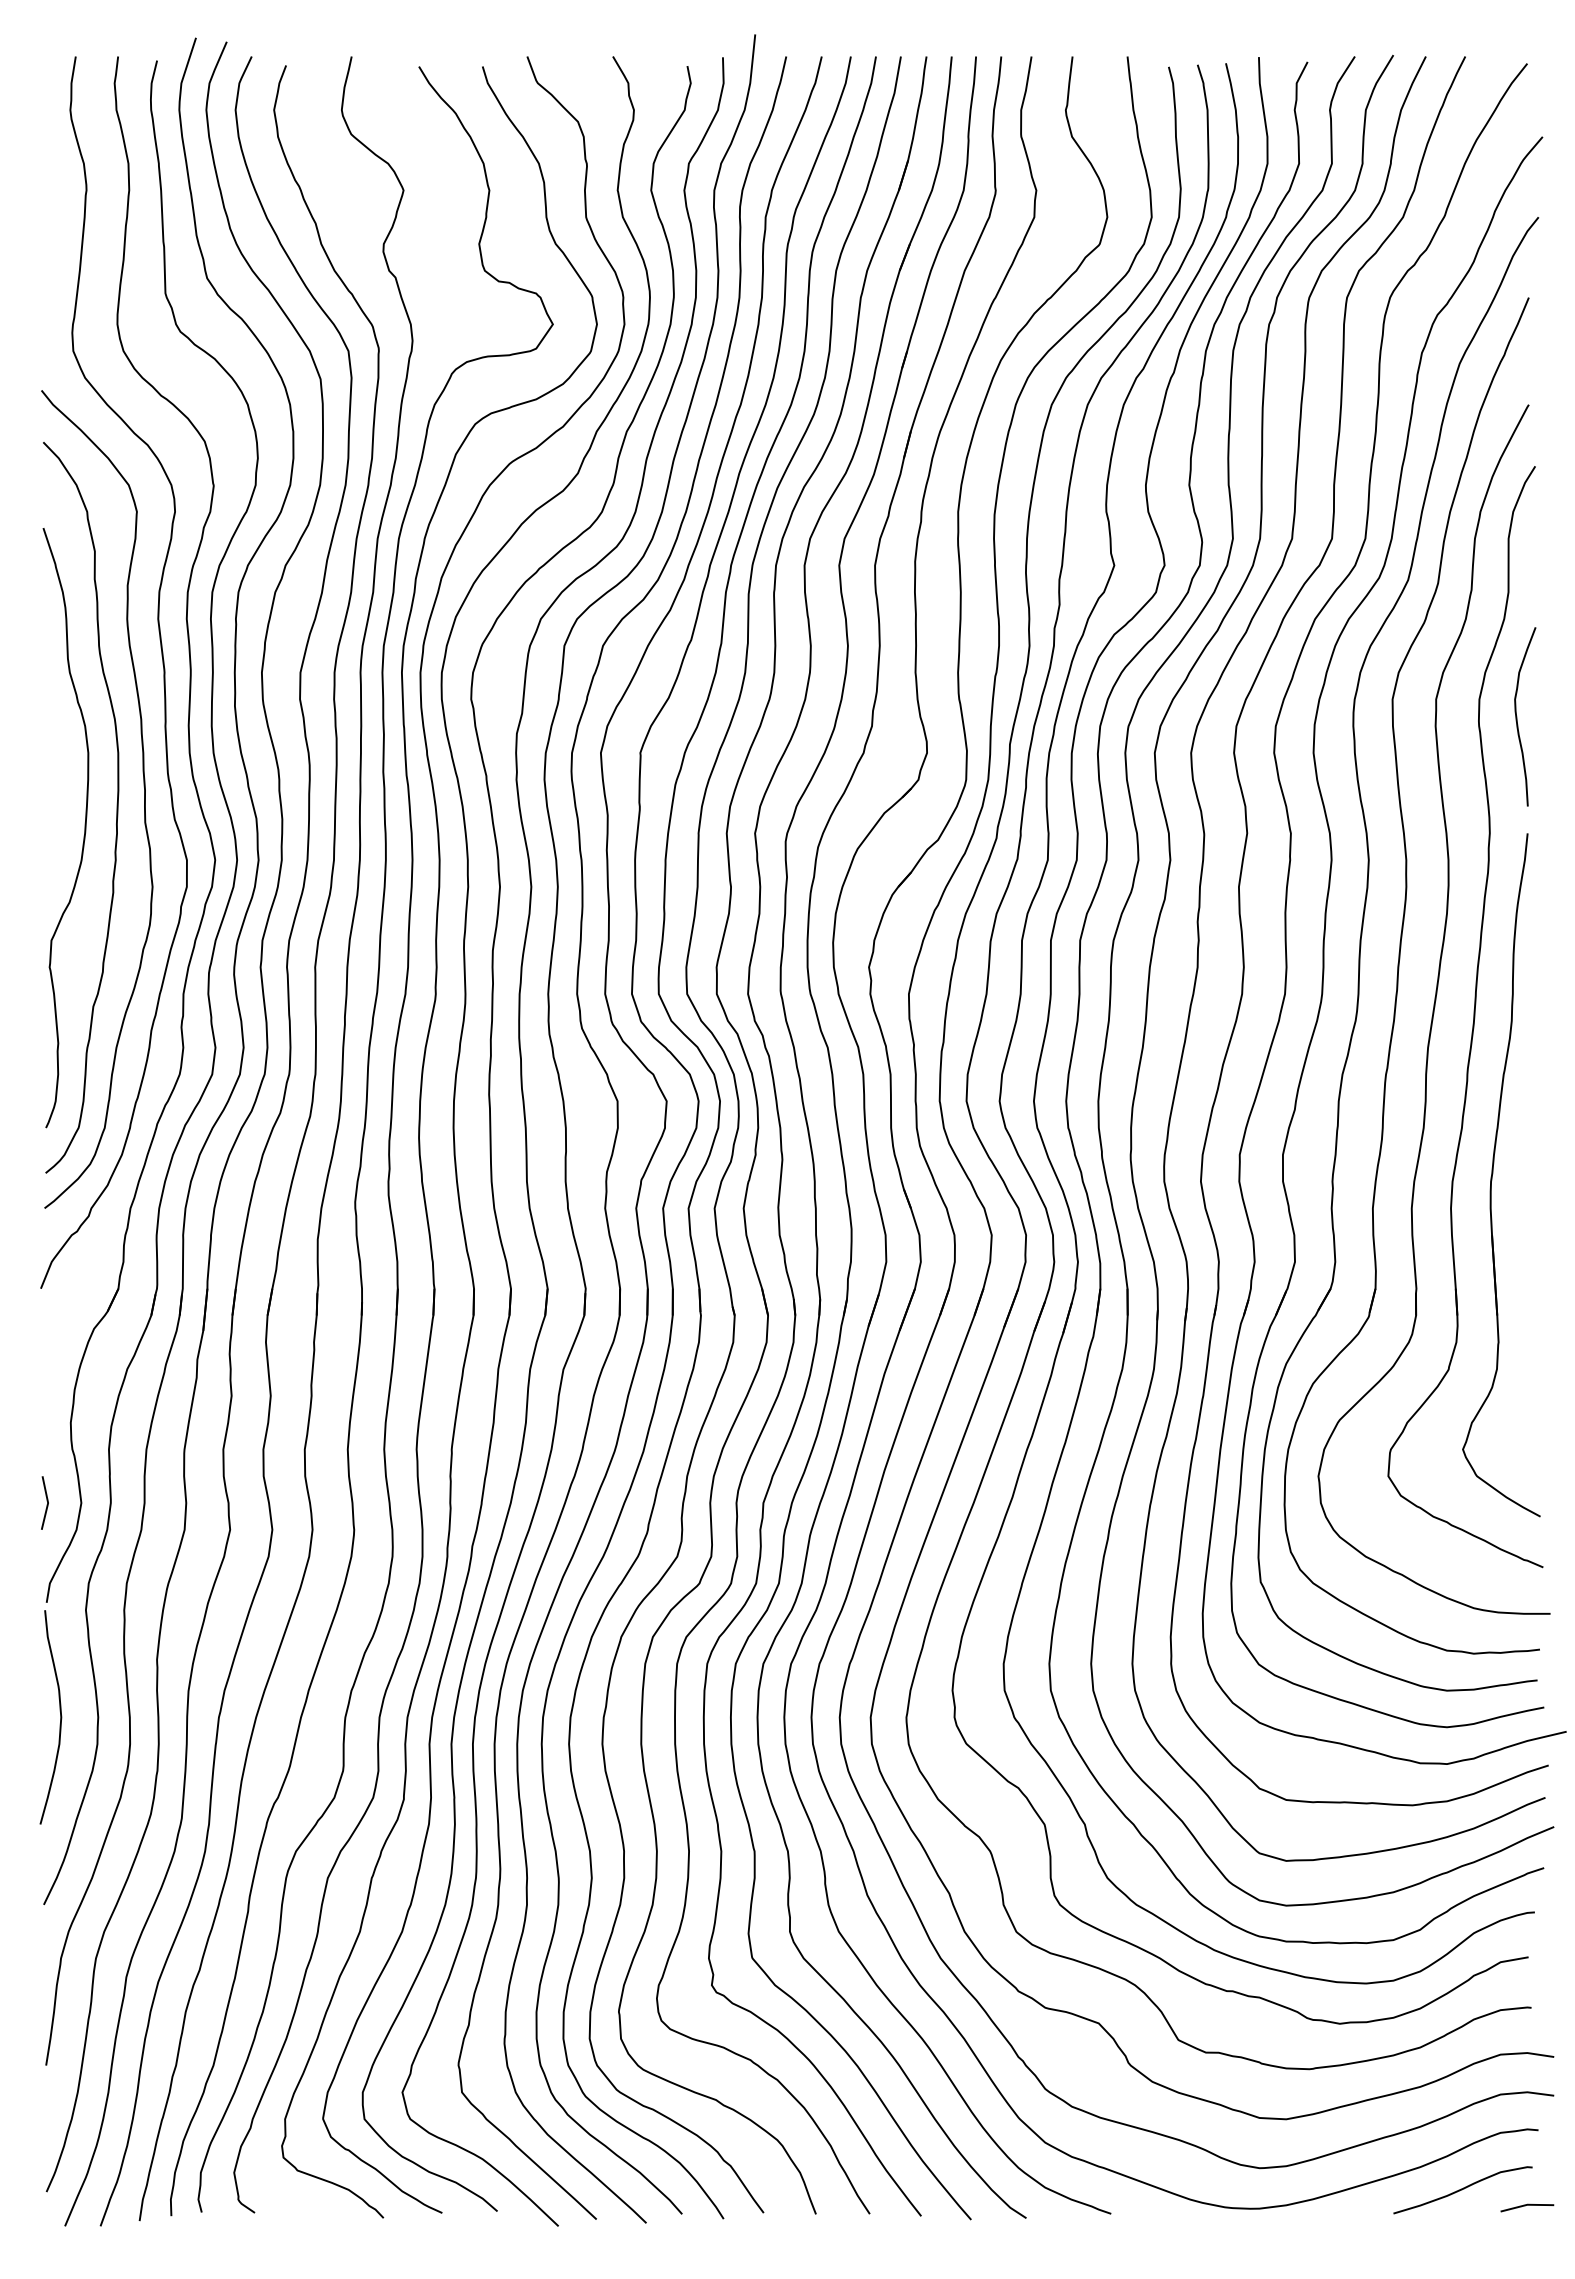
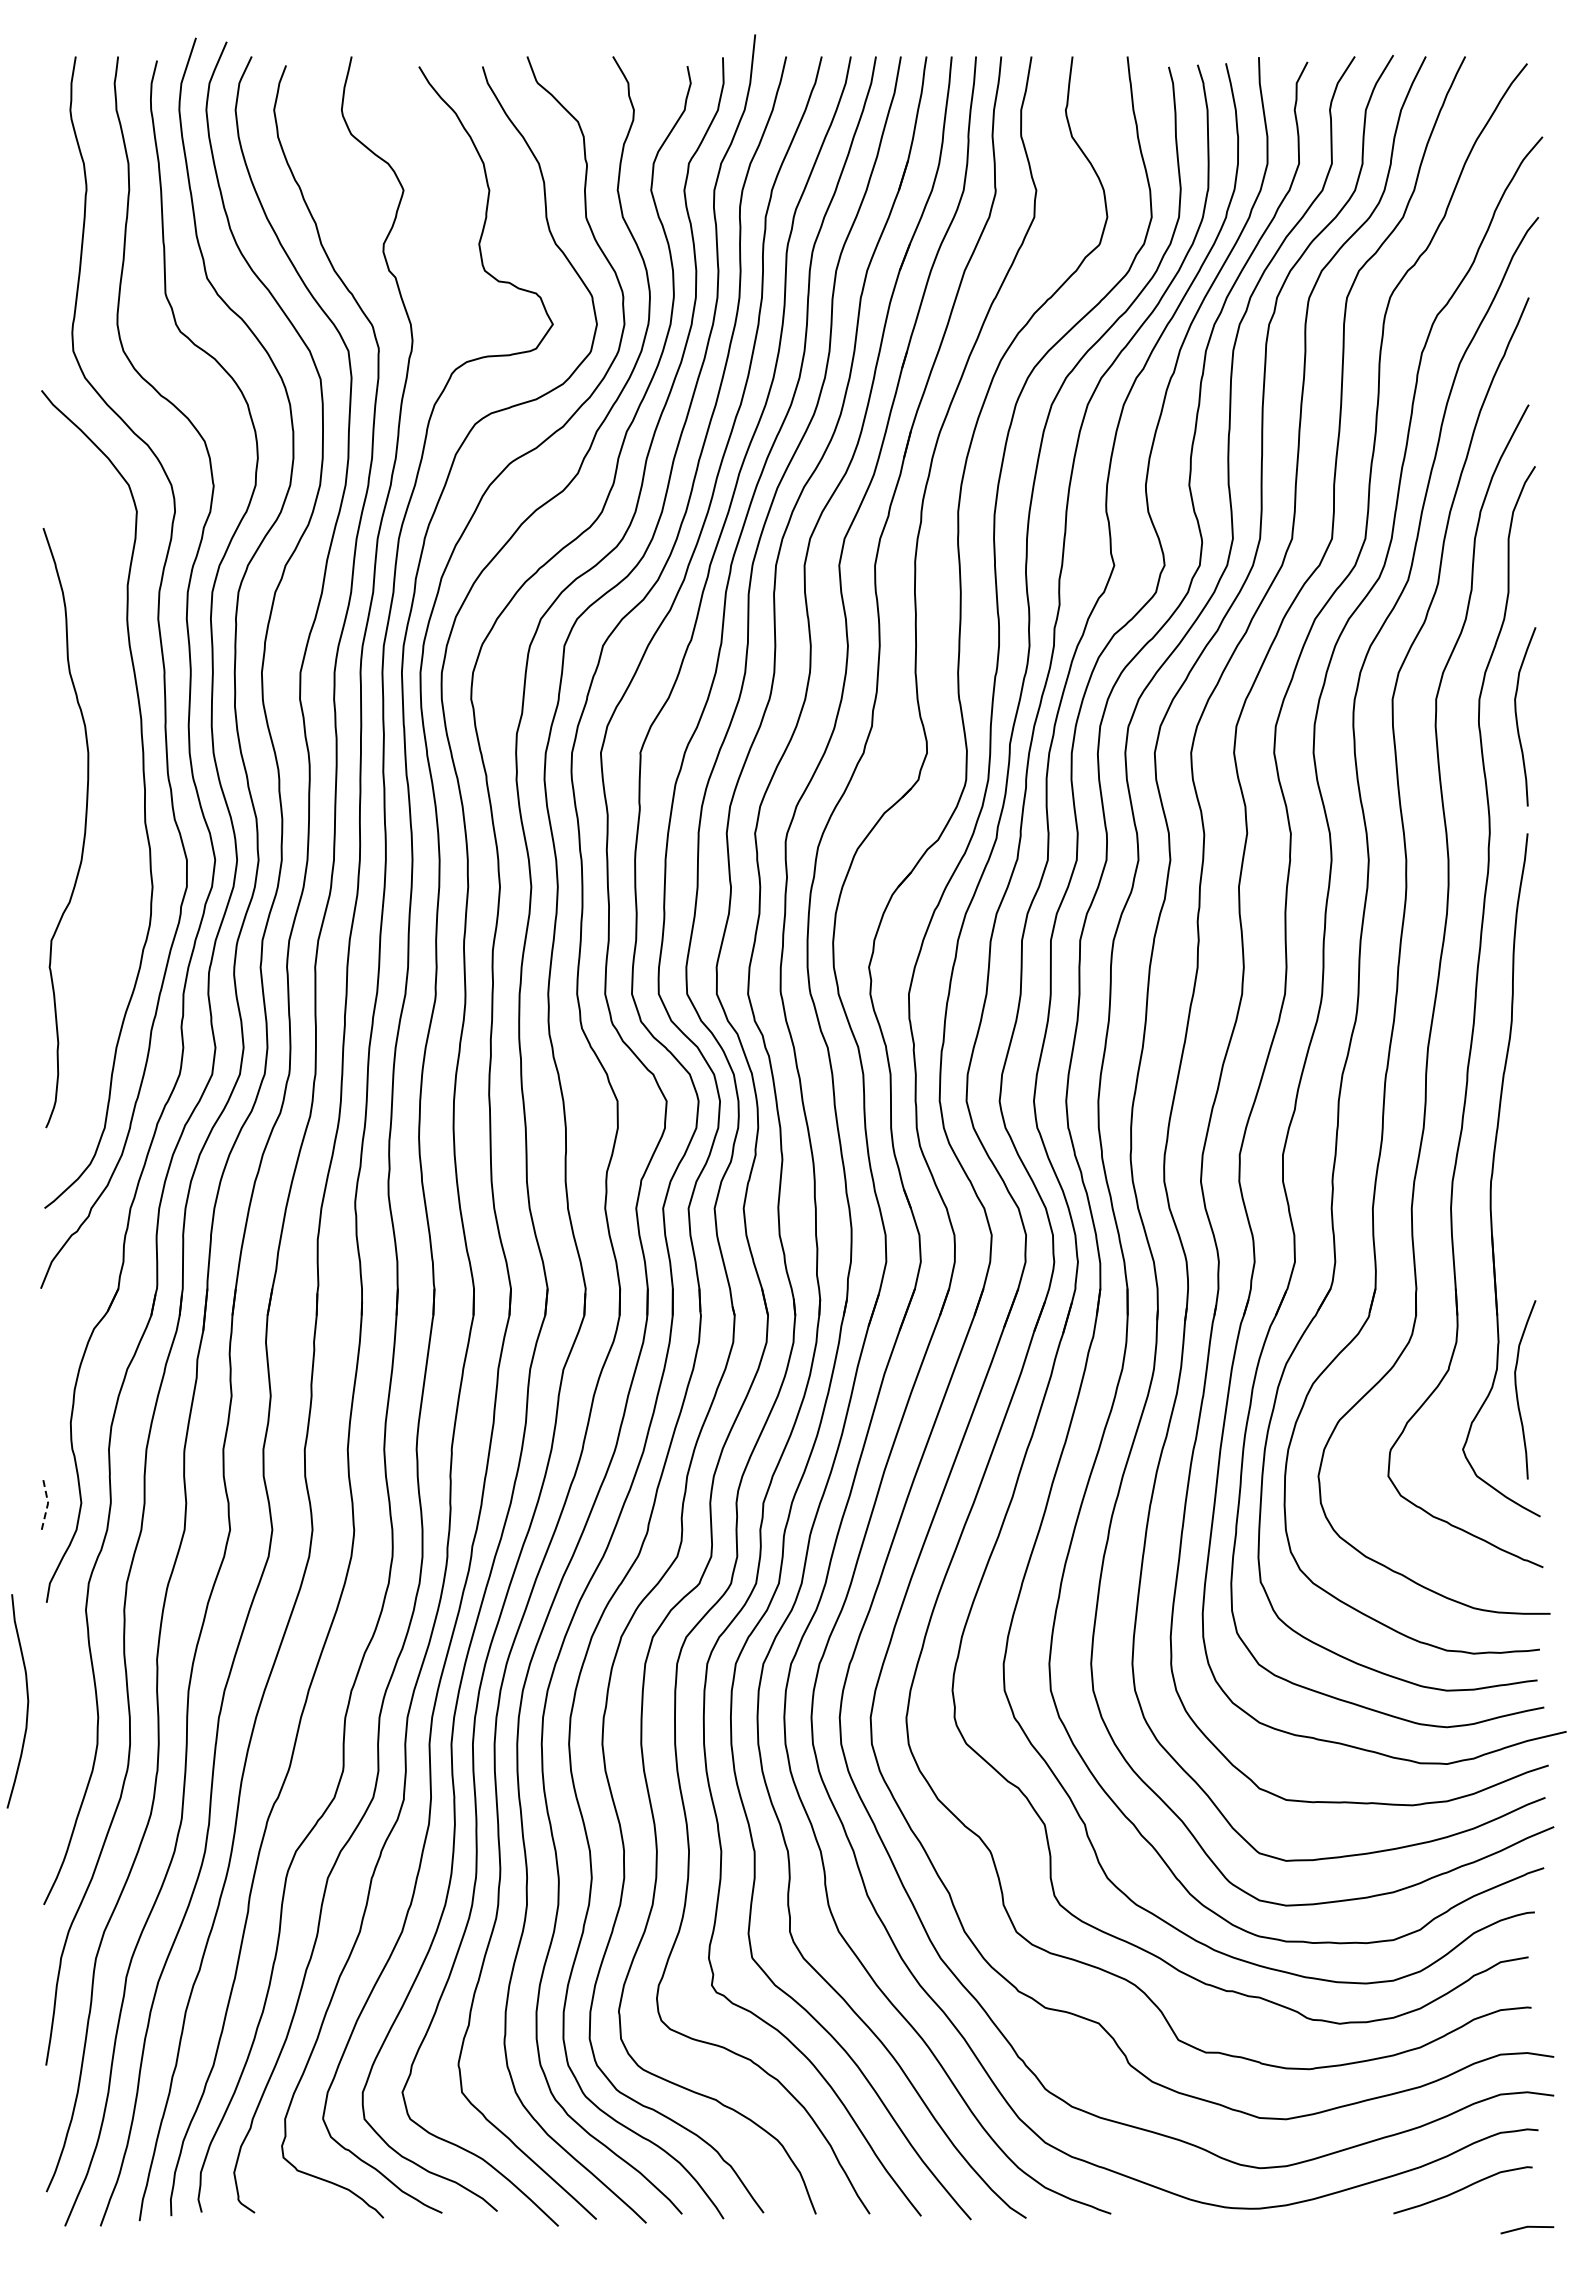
curve at (116, 807): present -> none
curve at (1517, 1389): none -> present
line at (48, 1503): solid -> dashed
curve at (60, 1717) position: (60, 1717) -> (27, 1701)
line at (1527, 2205) position: (1527, 2205) -> (1527, 2227)
